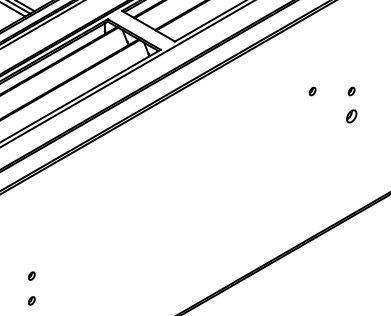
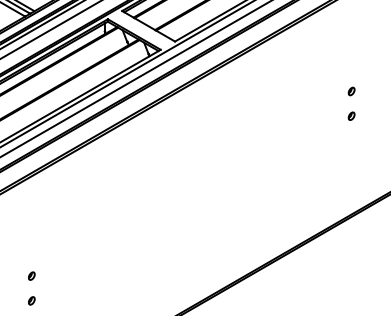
line at (50, 29): none -> present
line at (135, 79): none -> present
part at (312, 91): present -> none
part at (351, 116) size: 12x15 px -> 9x10 px
